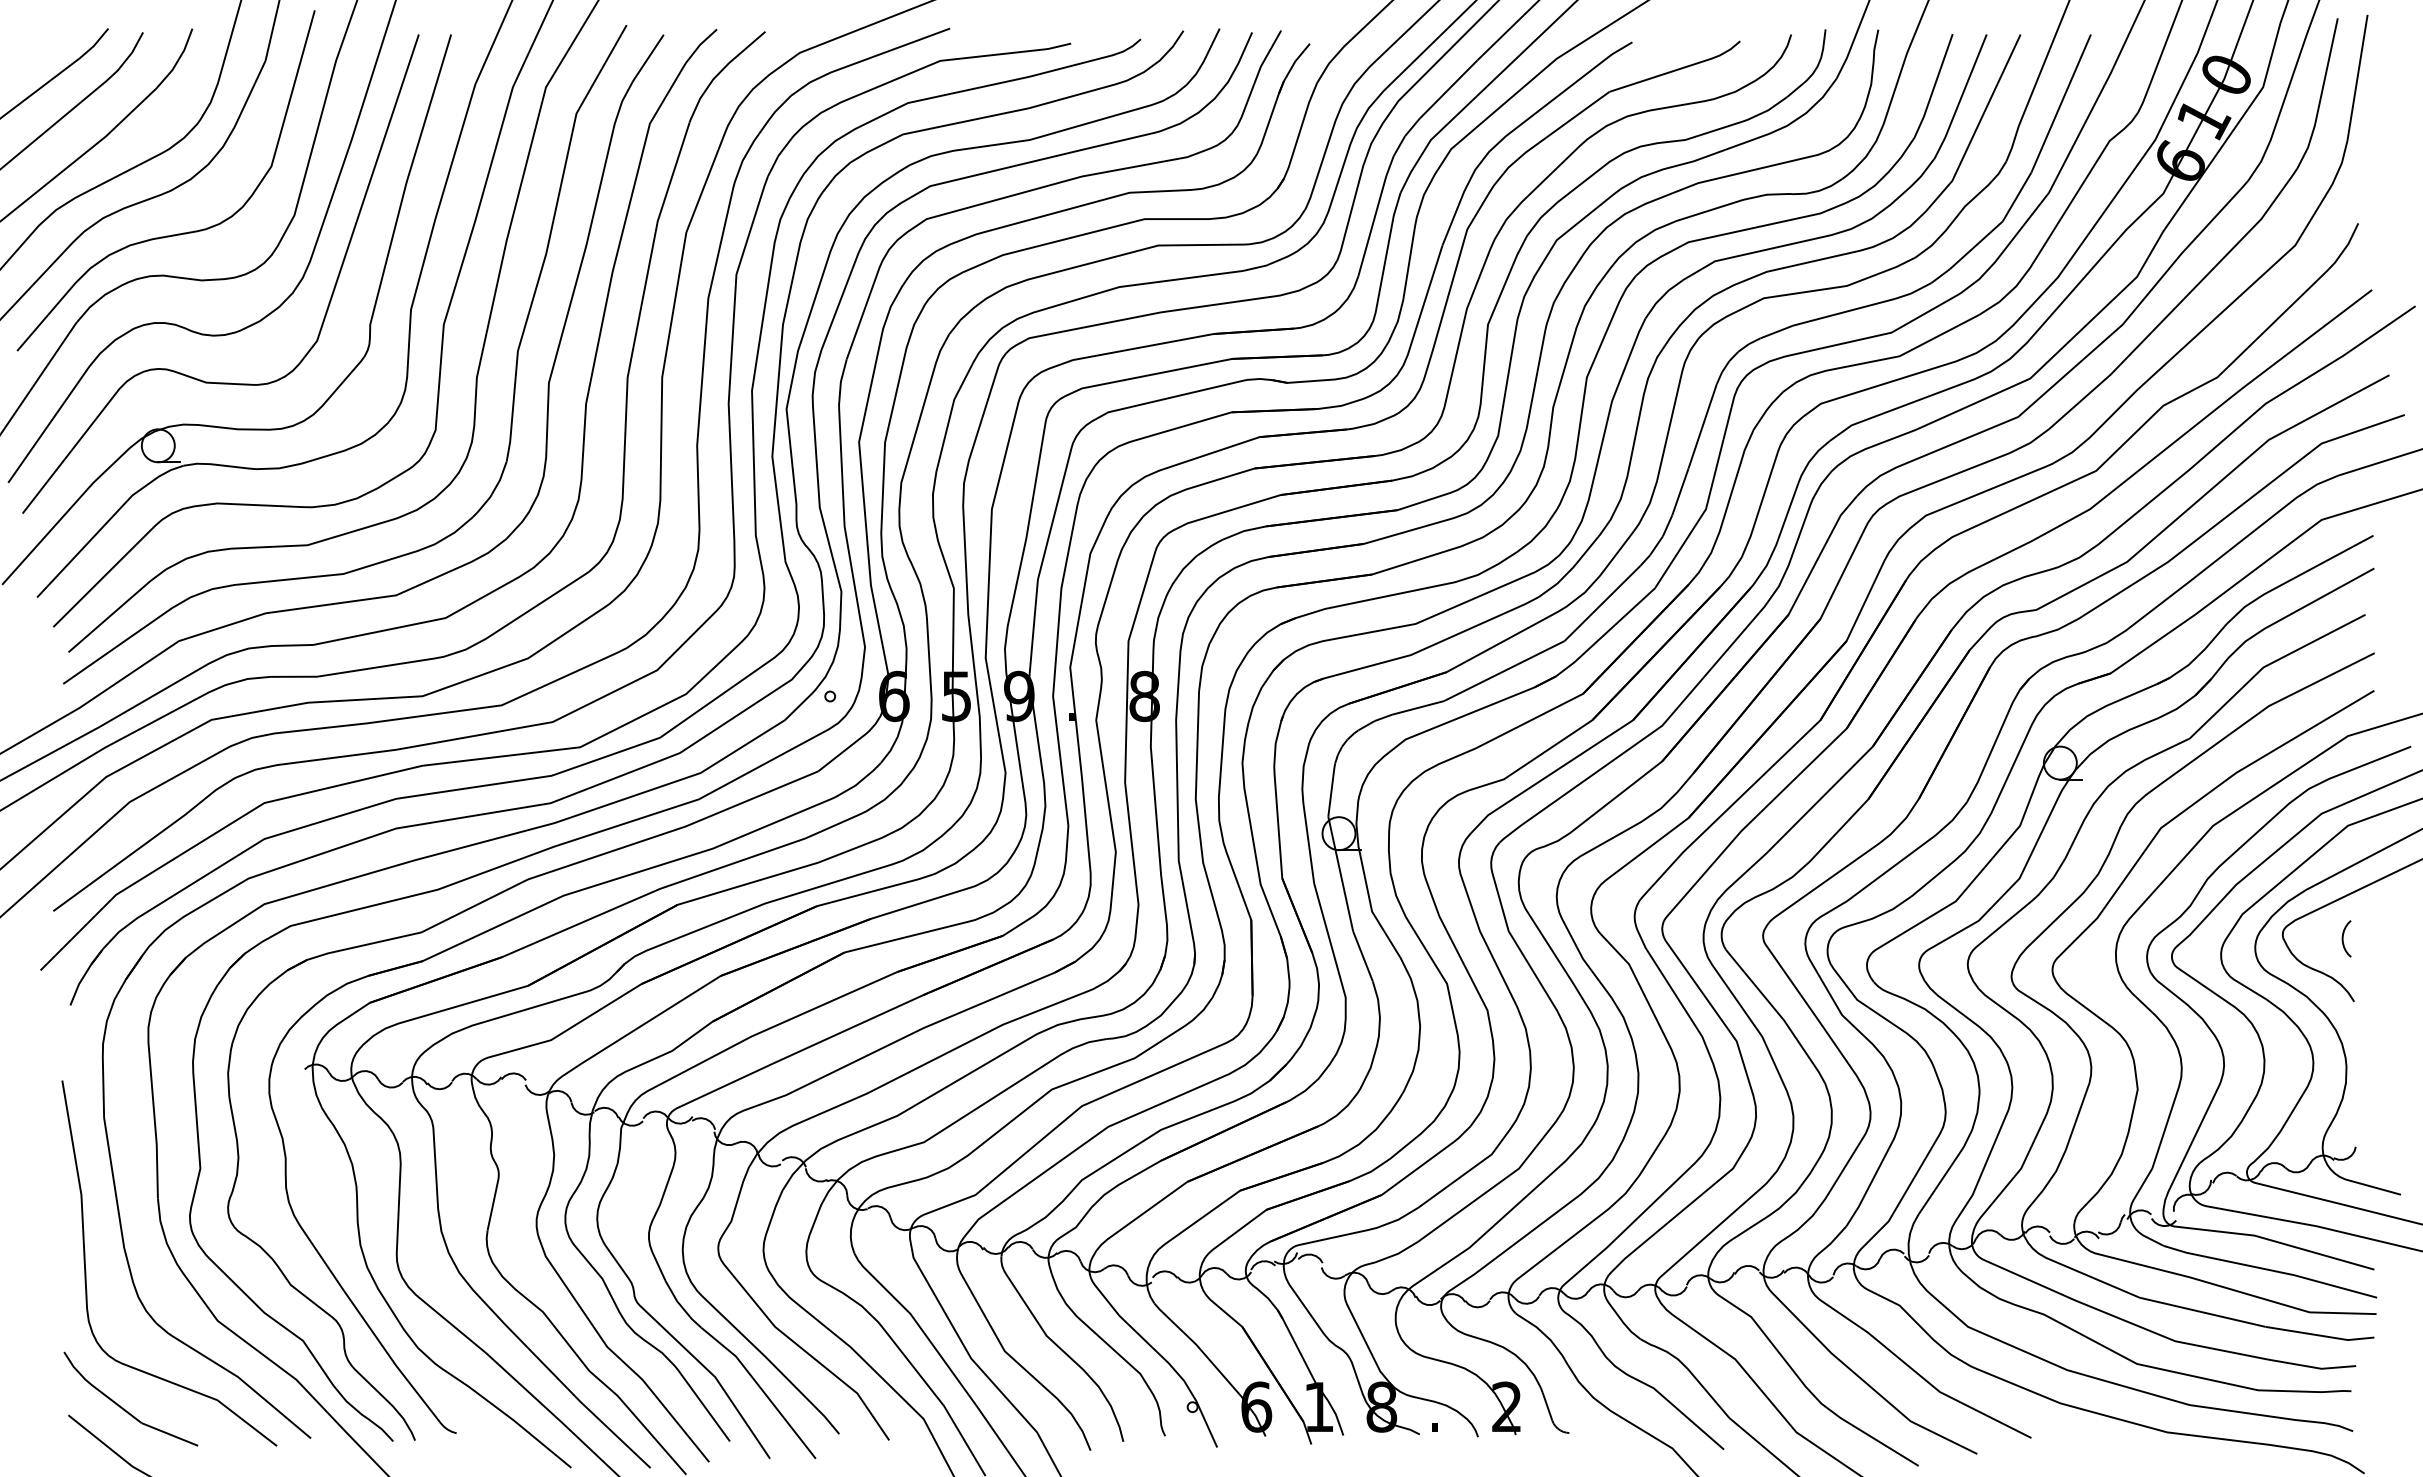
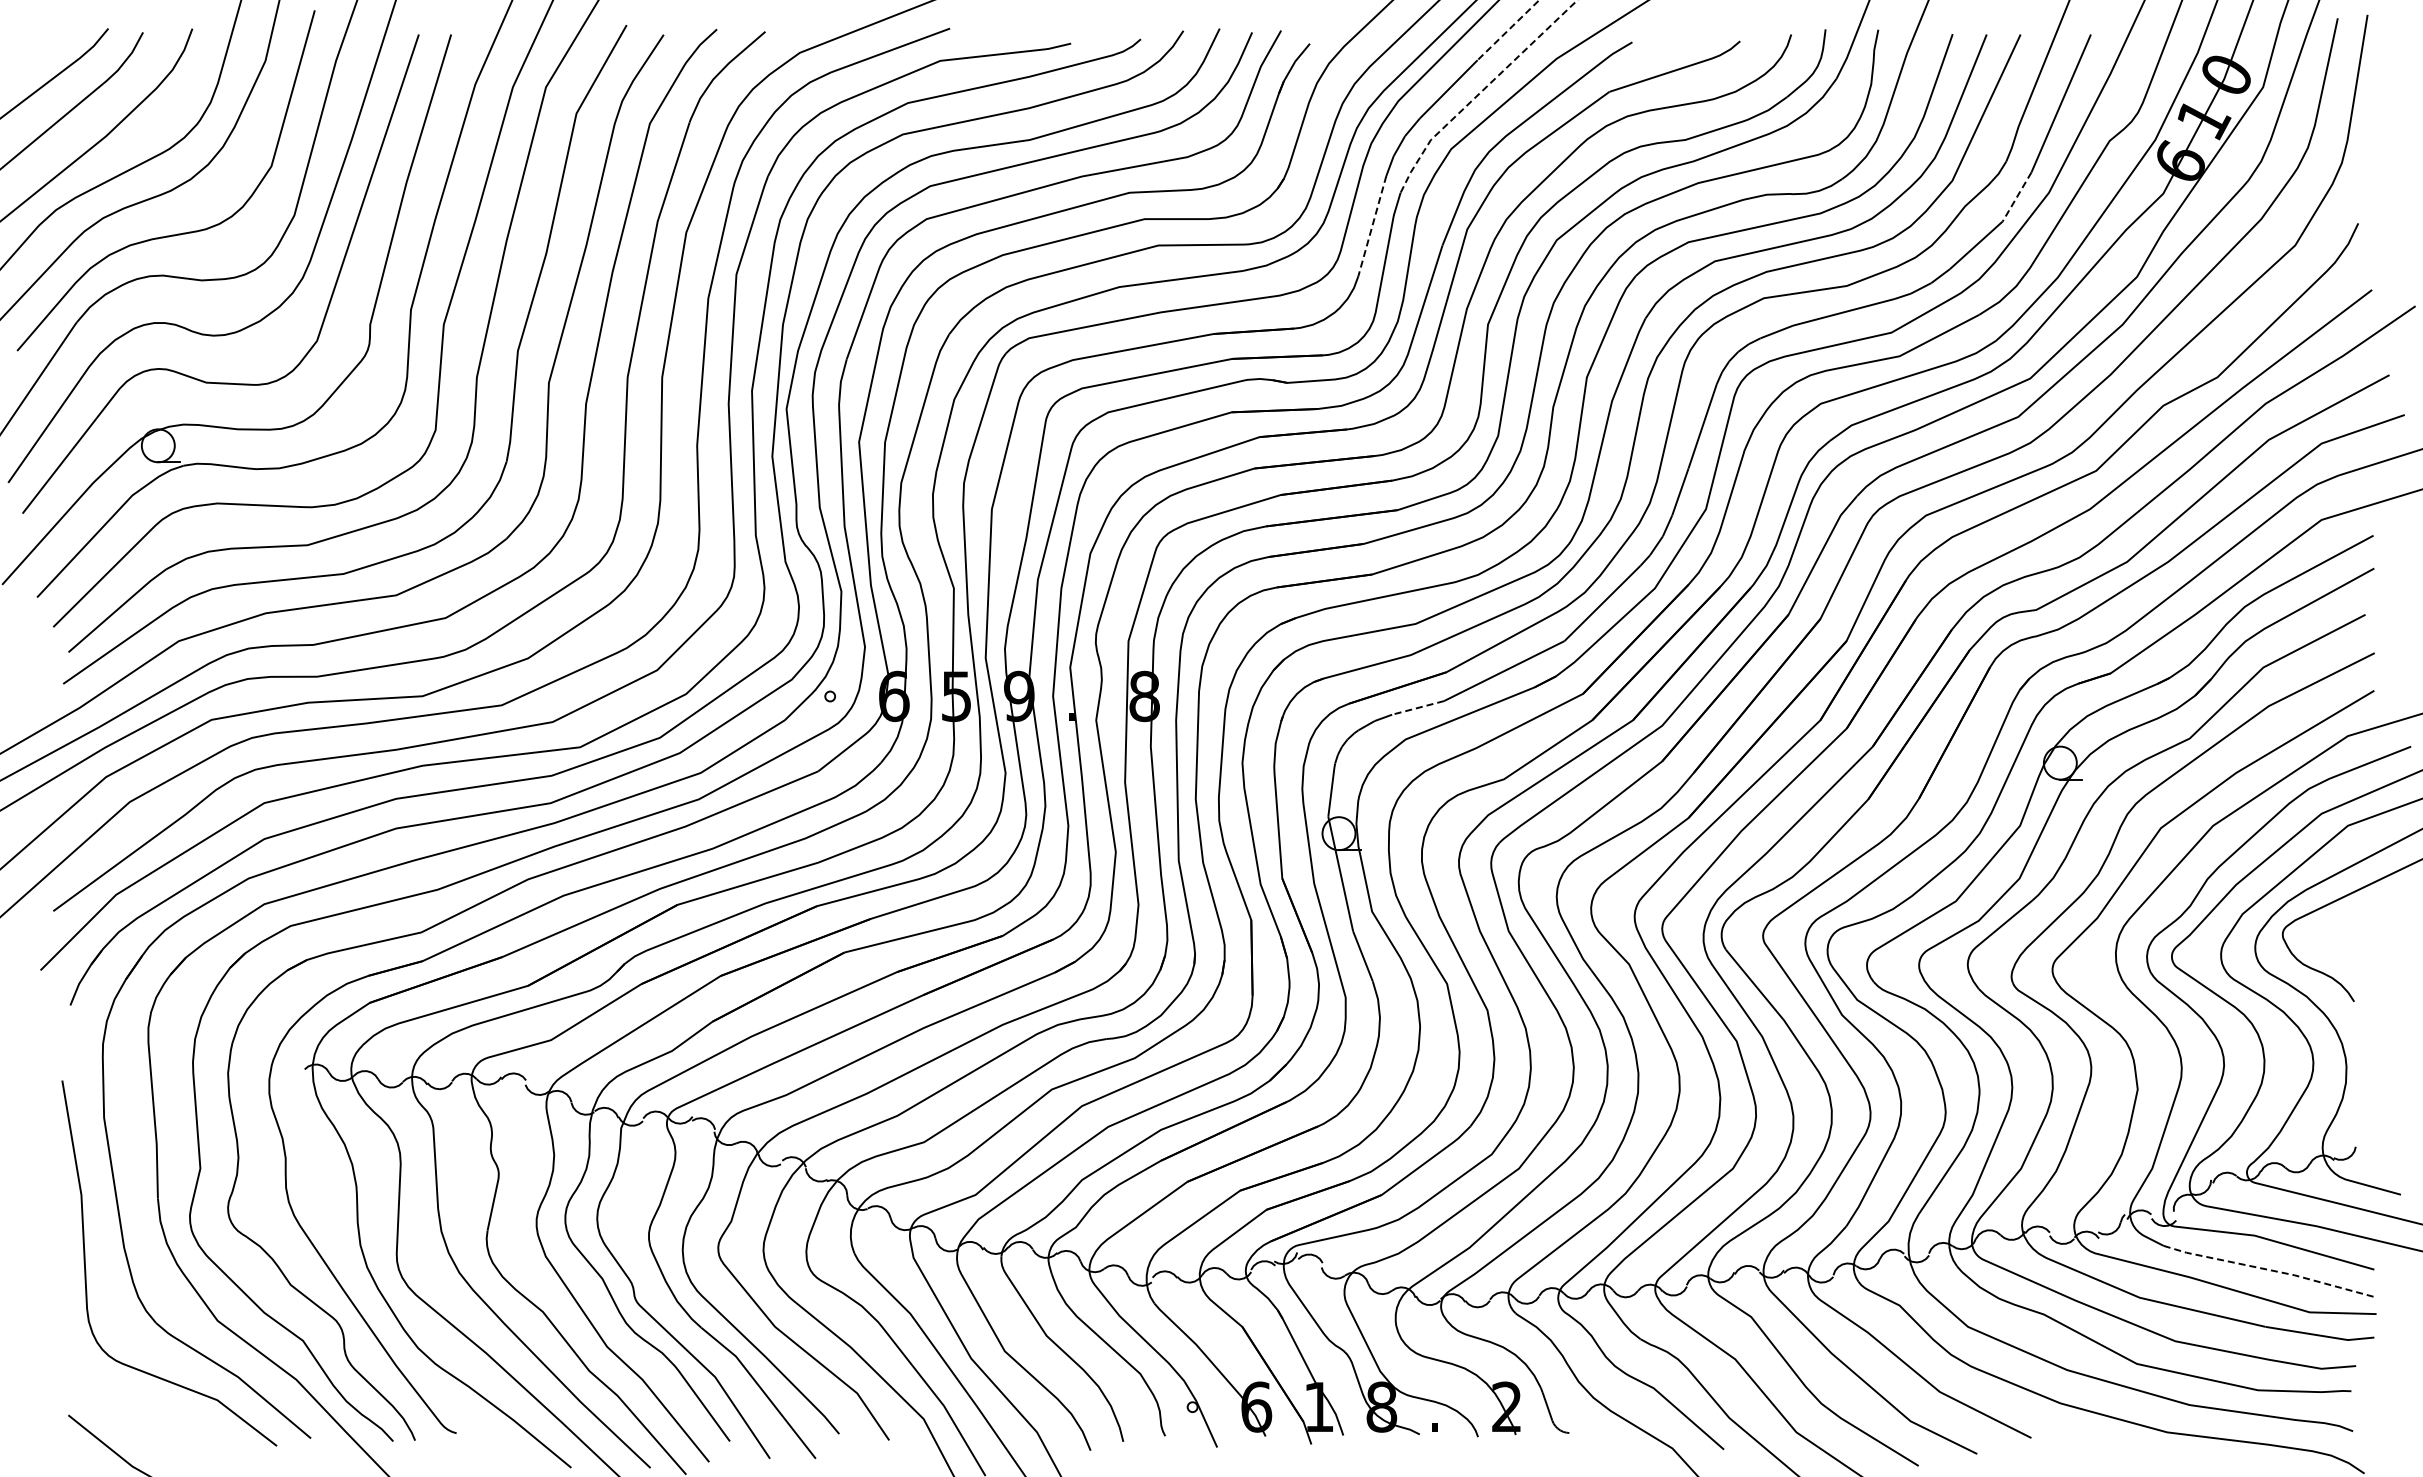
line at (1508, 30): solid -> dashed
line at (1480, 92): solid -> dashed
line at (2016, 197): solid -> dashed
line at (1372, 226): solid -> dashed
line at (1418, 707): solid -> dashed
curve at (2343, 938): present -> none
line at (2270, 1270): solid -> dashed
part at (124, 1408): present -> none
